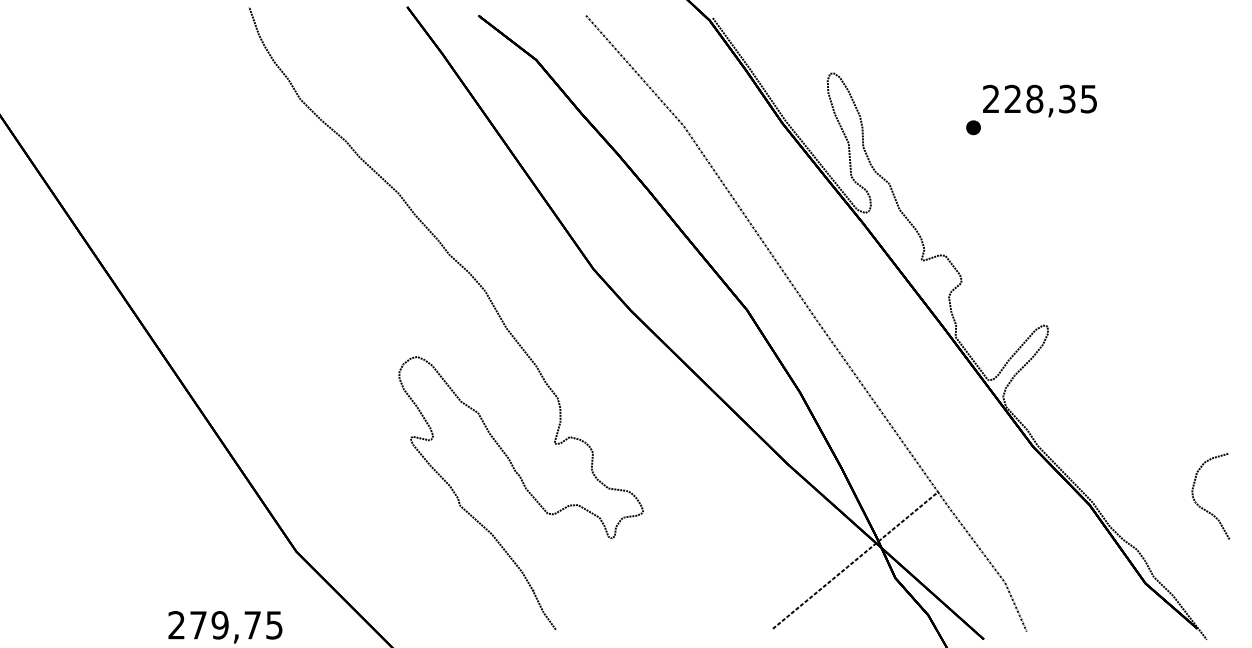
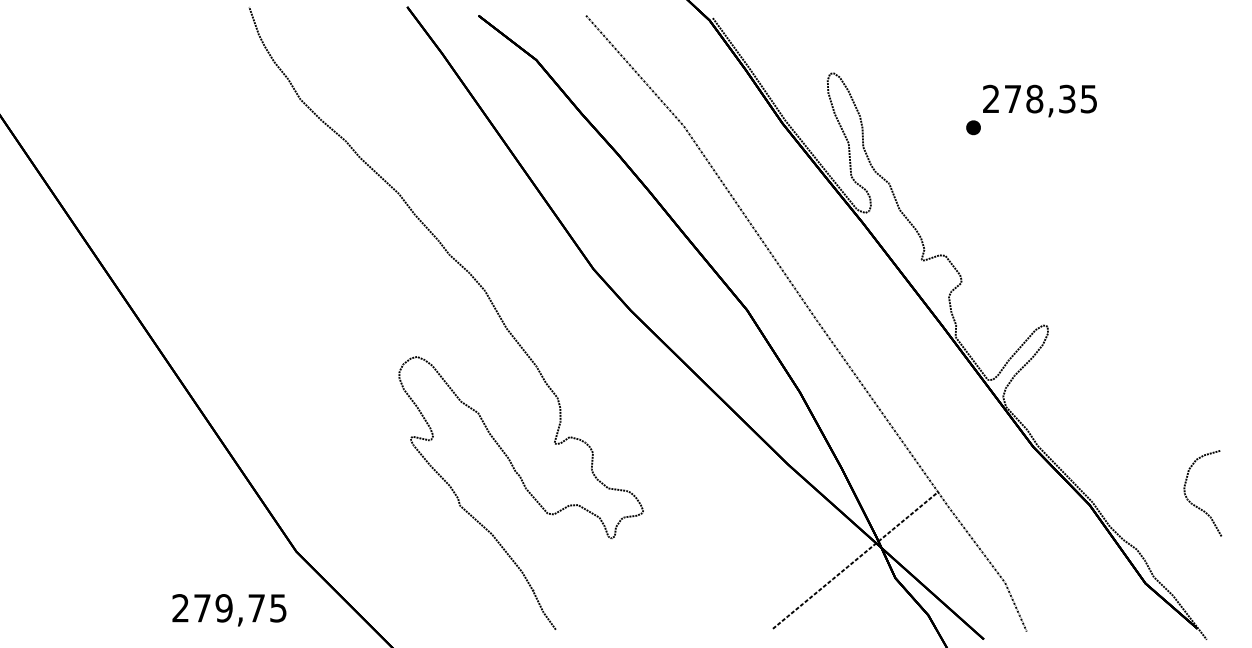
text at (1012, 98): 228,35 -> 278,35
curve at (1204, 508) position: (1204, 508) -> (1196, 505)
text at (225, 627) position: (225, 627) -> (229, 610)
